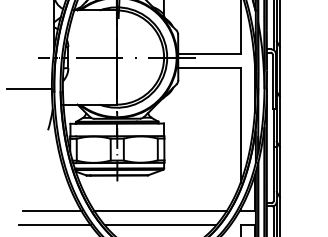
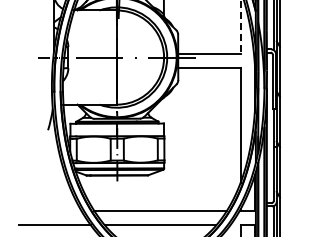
line at (240, 27): solid -> dashed
line at (29, 88): present -> none
line at (52, 211): present -> none
